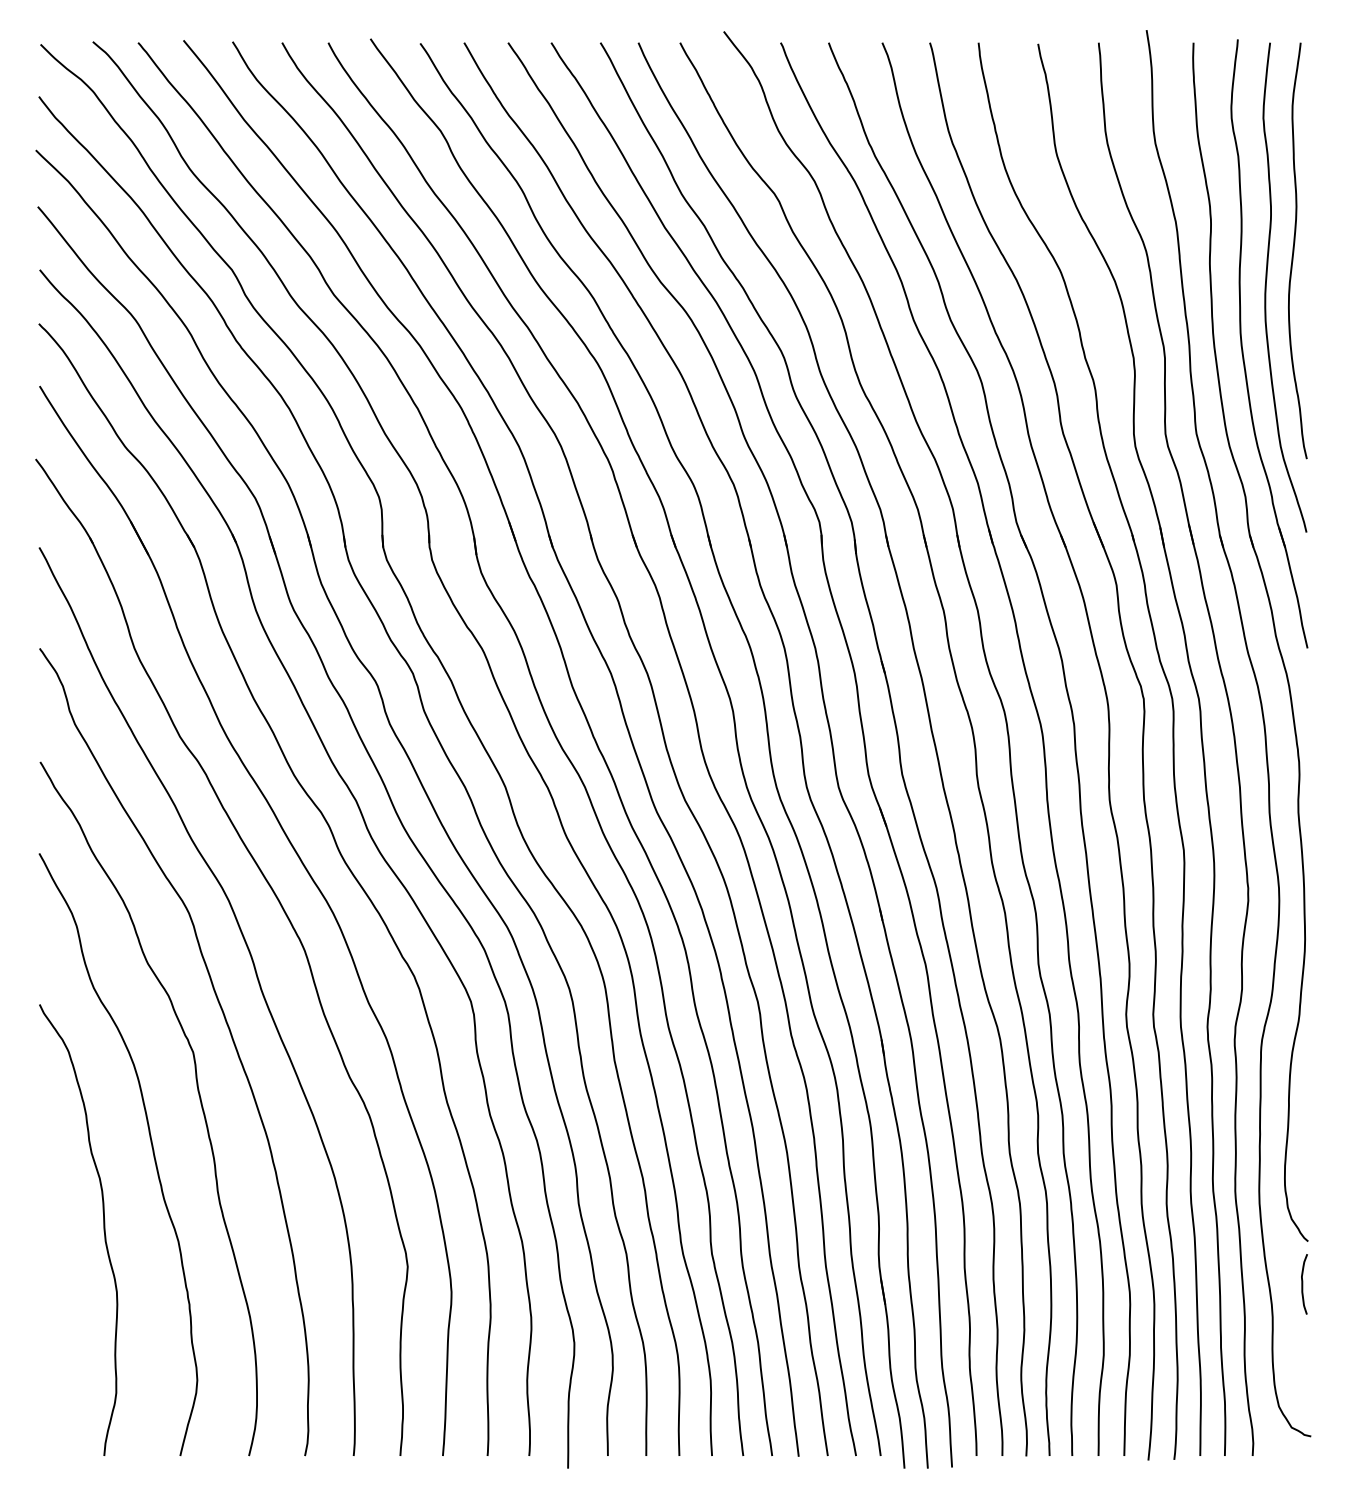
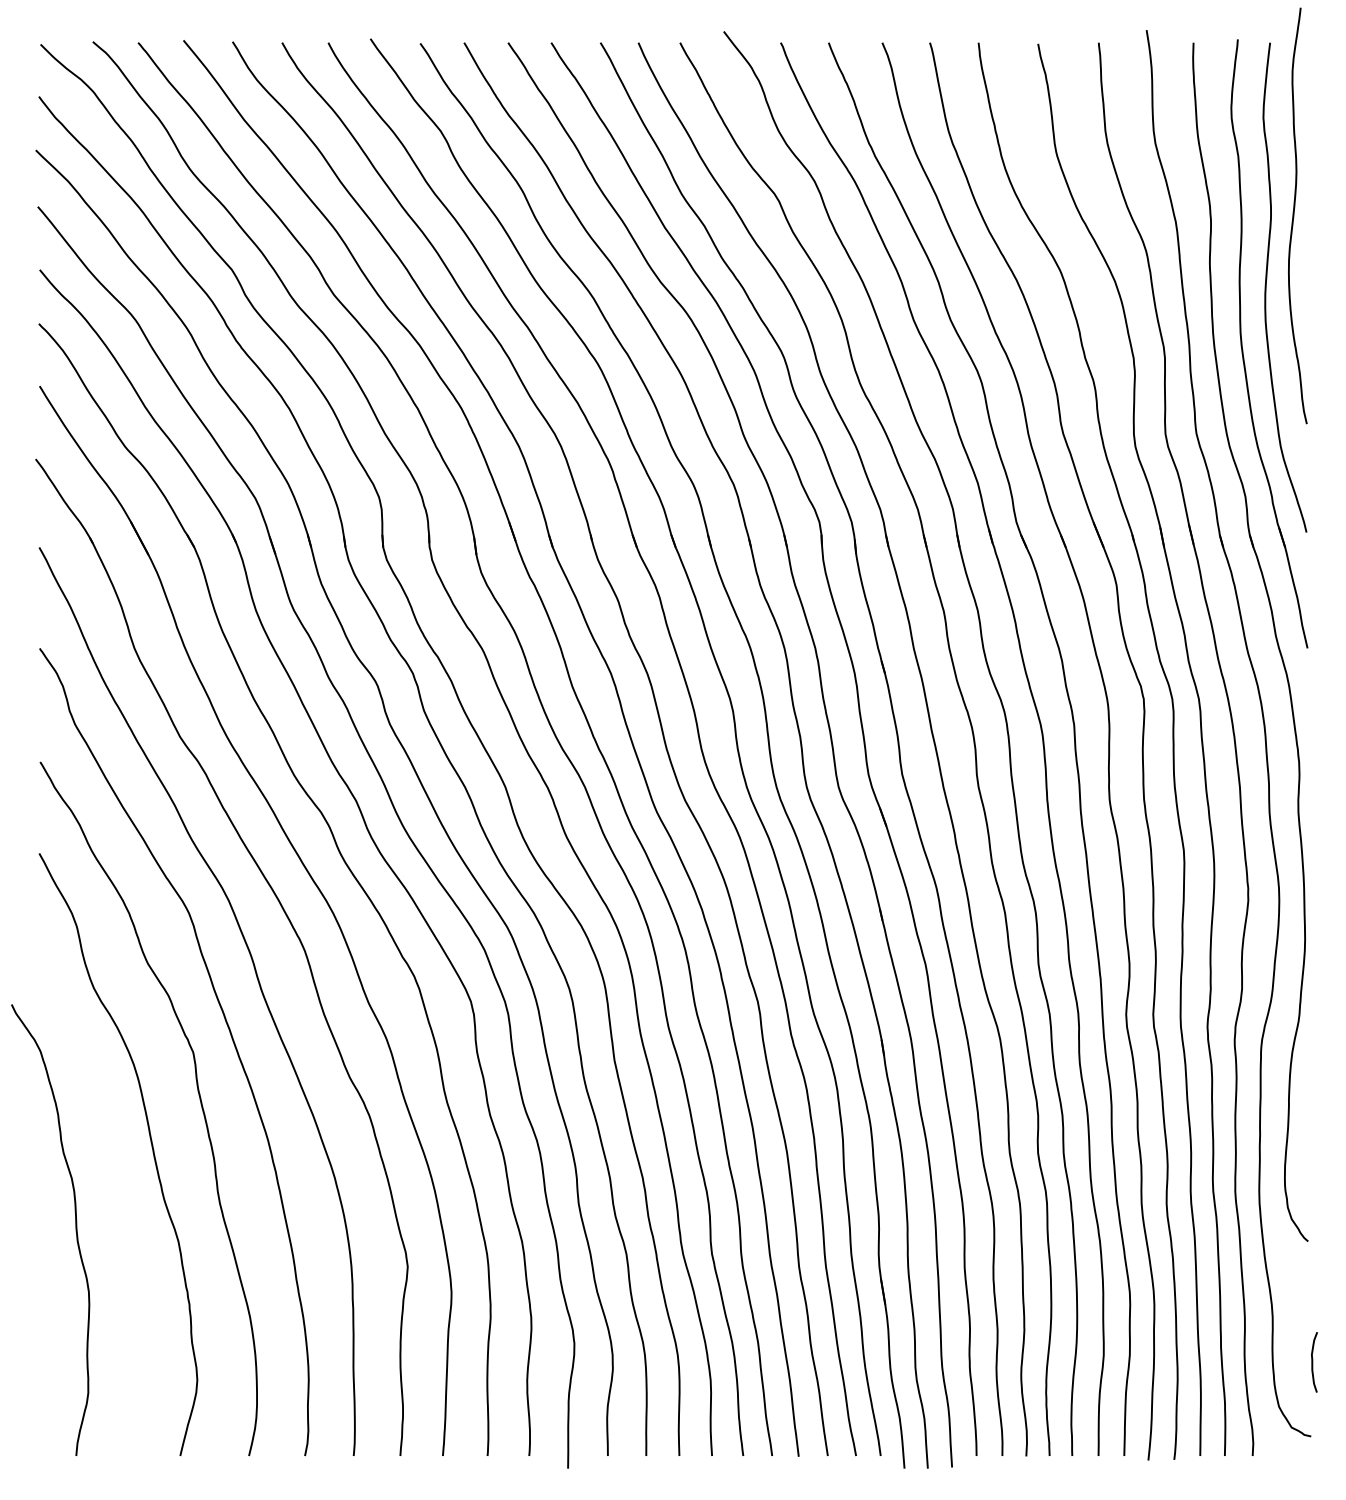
curve at (1294, 250) position: (1294, 250) -> (1294, 215)
curve at (103, 1229) position: (103, 1229) -> (75, 1229)
curve at (1303, 1284) position: (1303, 1284) -> (1313, 1362)
